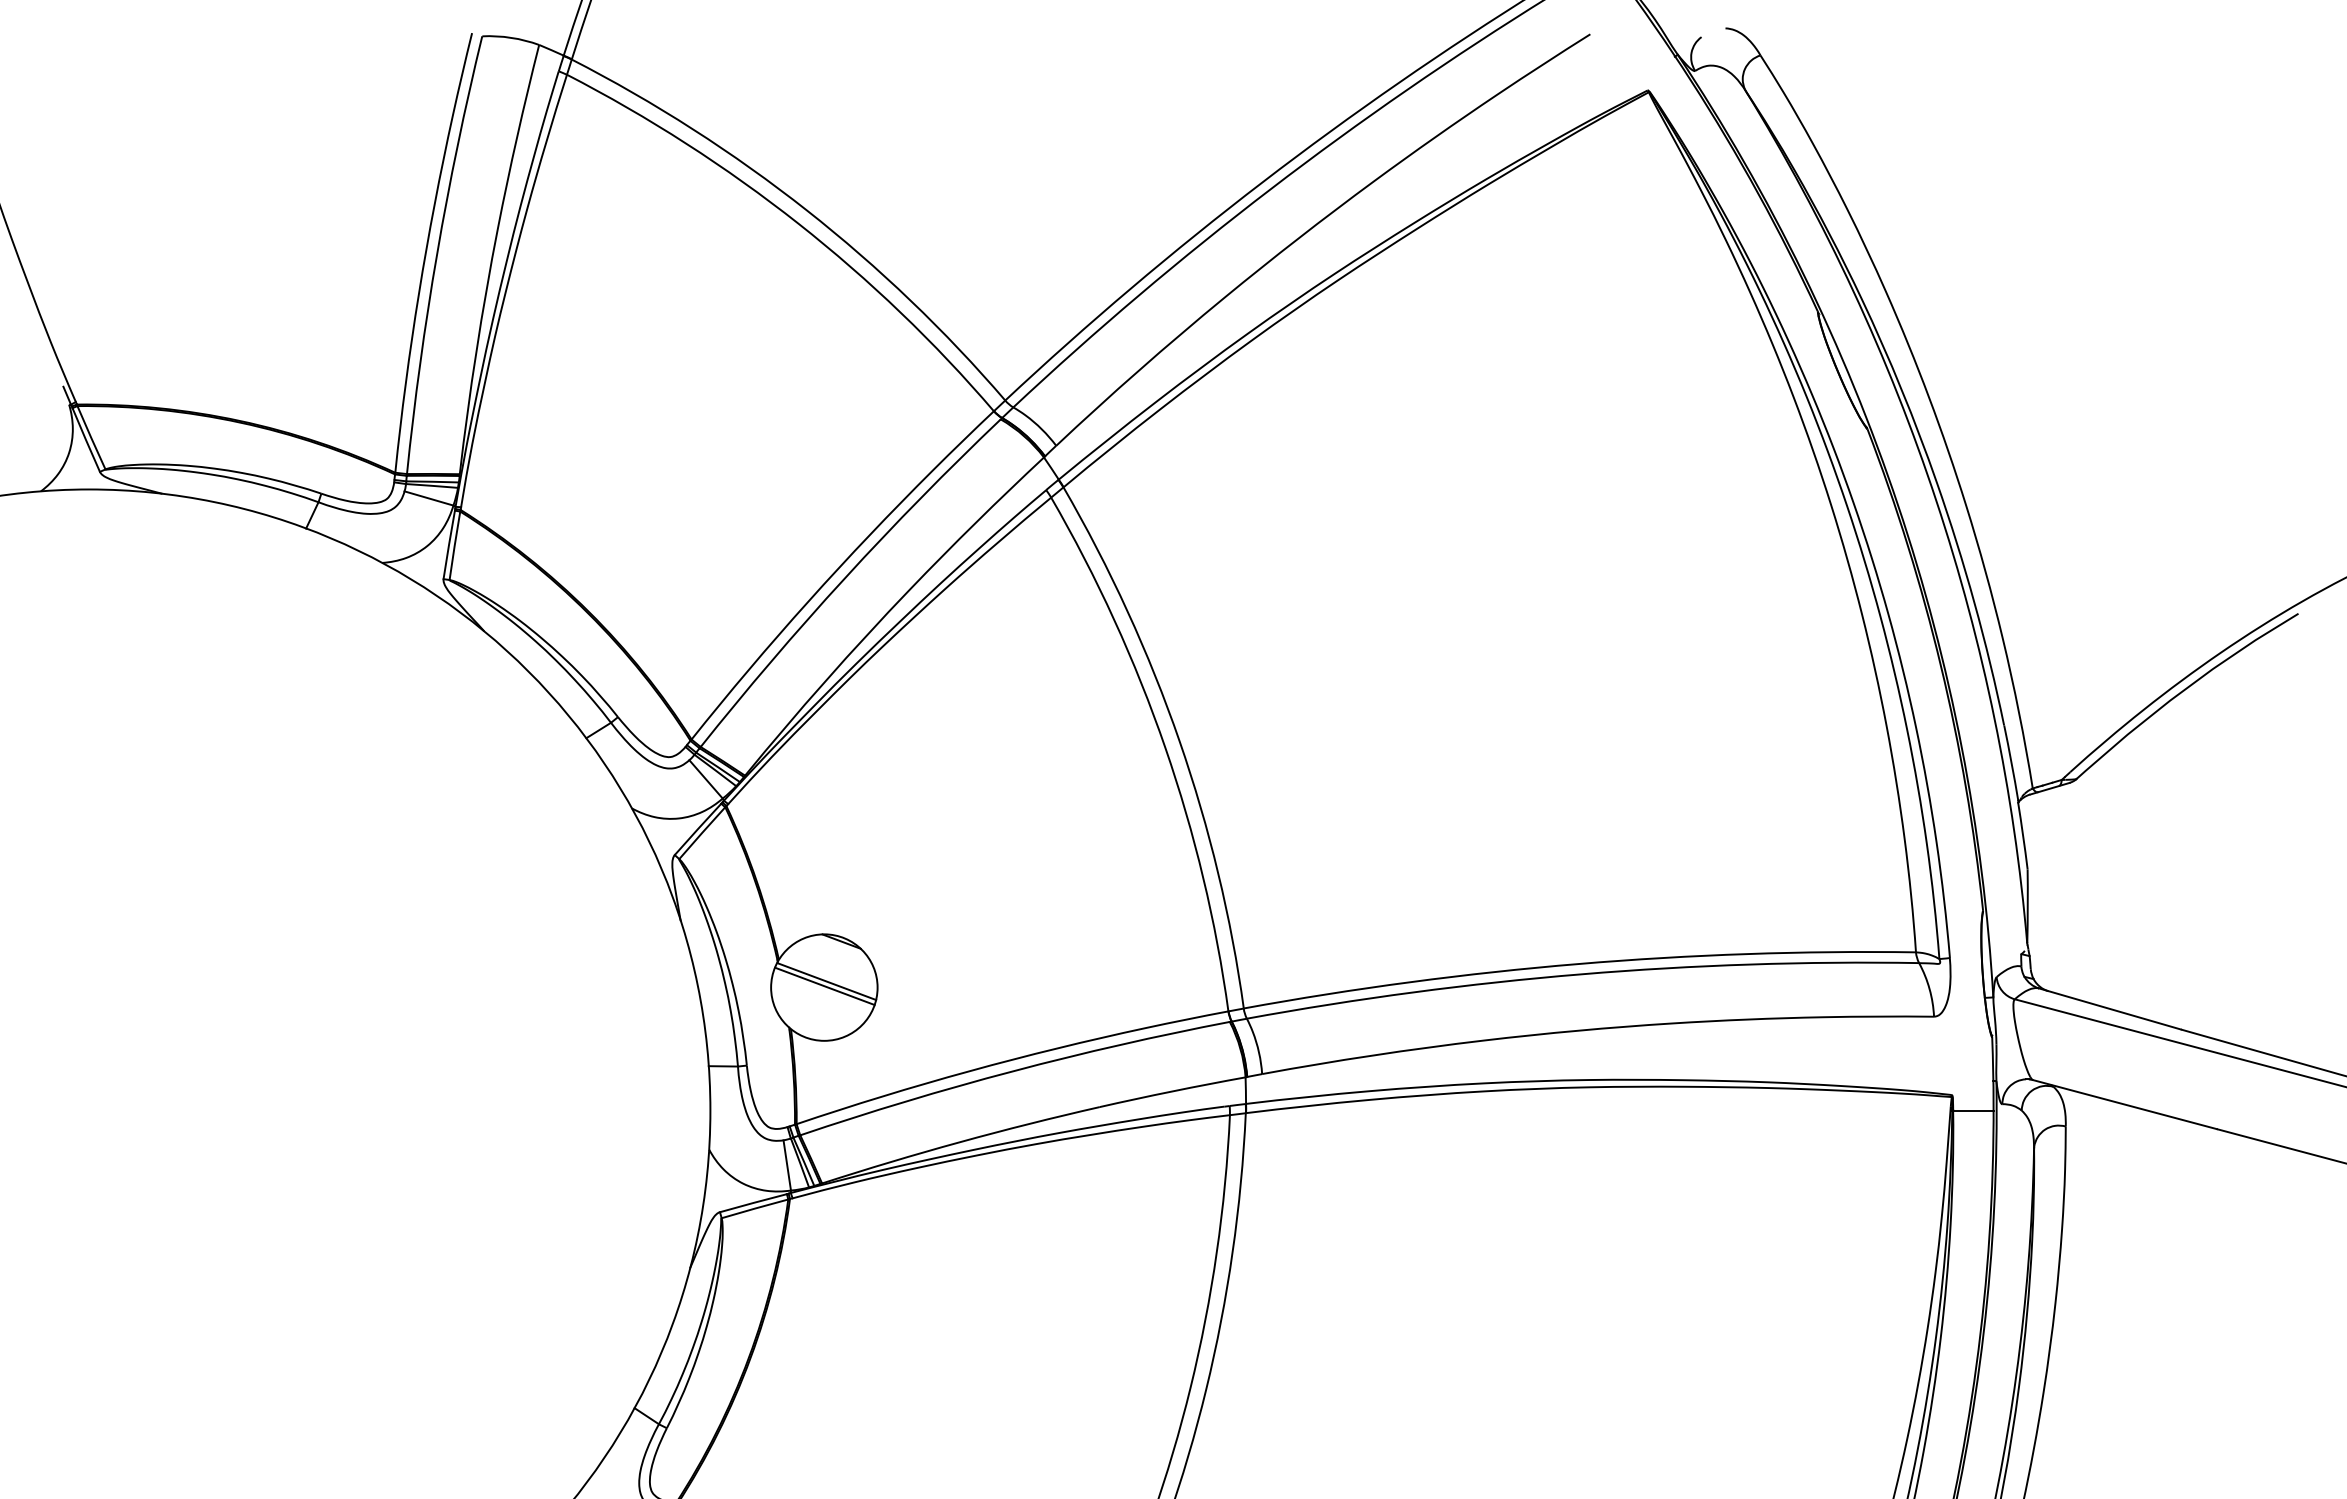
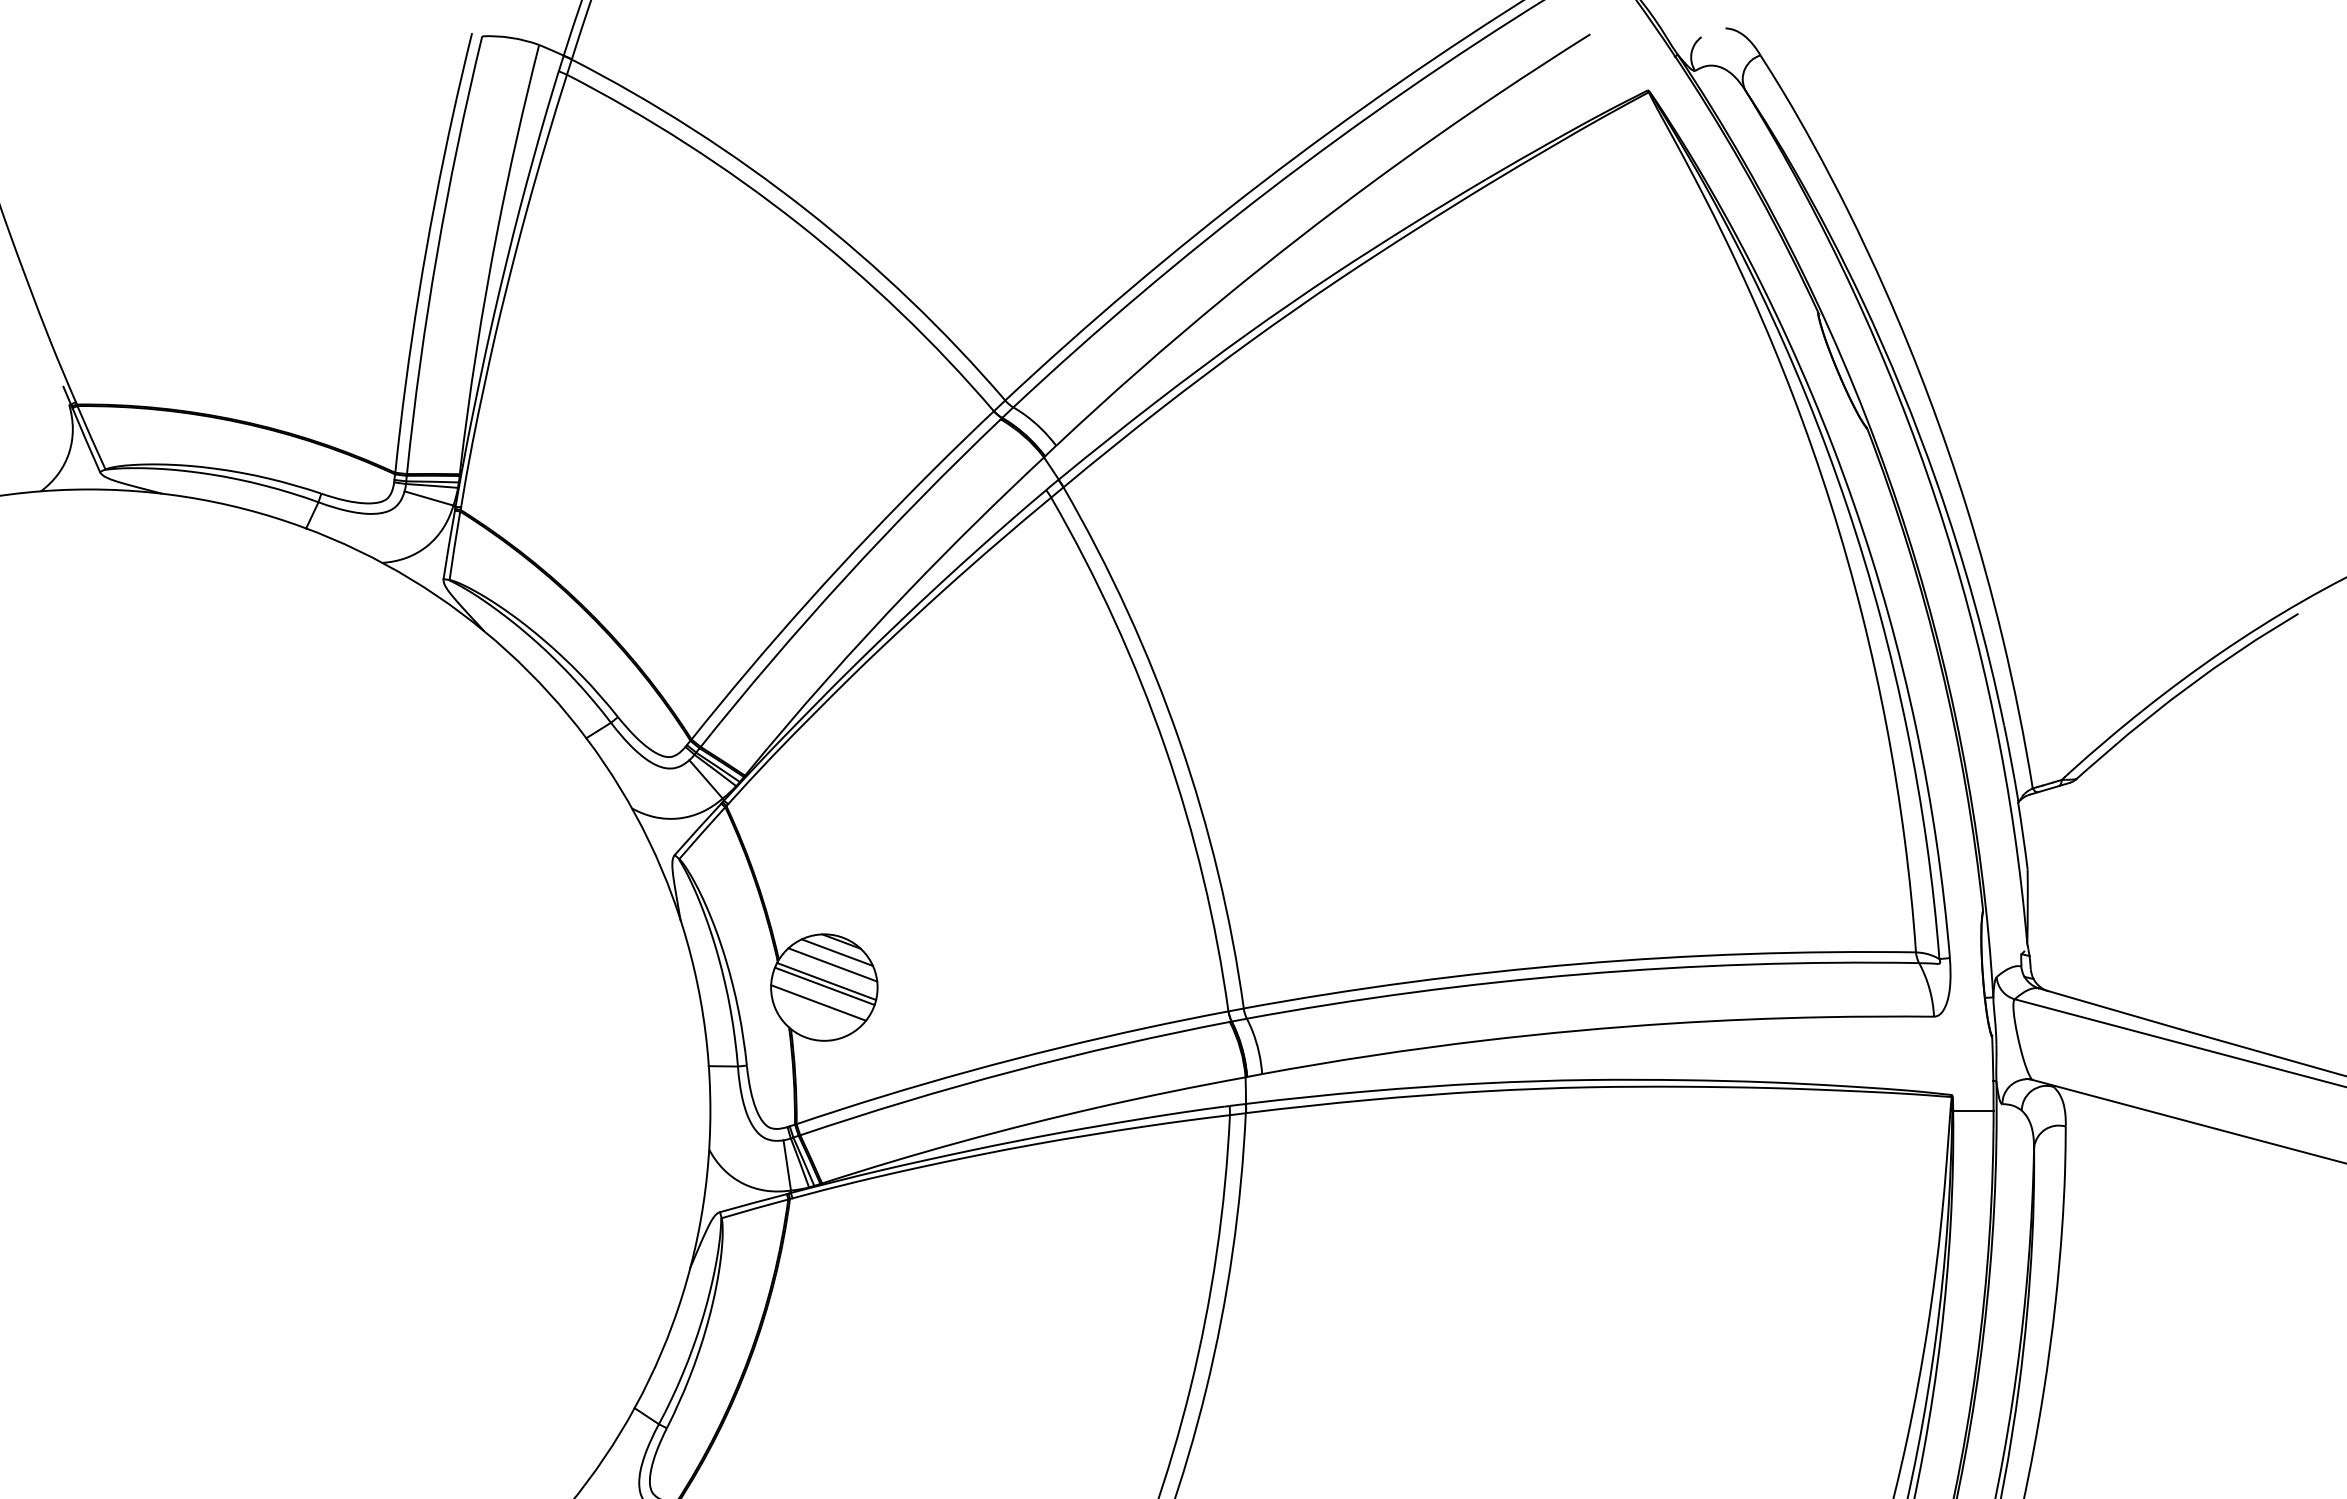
line at (836, 952): none -> present
line at (832, 964): none -> present
line at (818, 1002): none -> present
